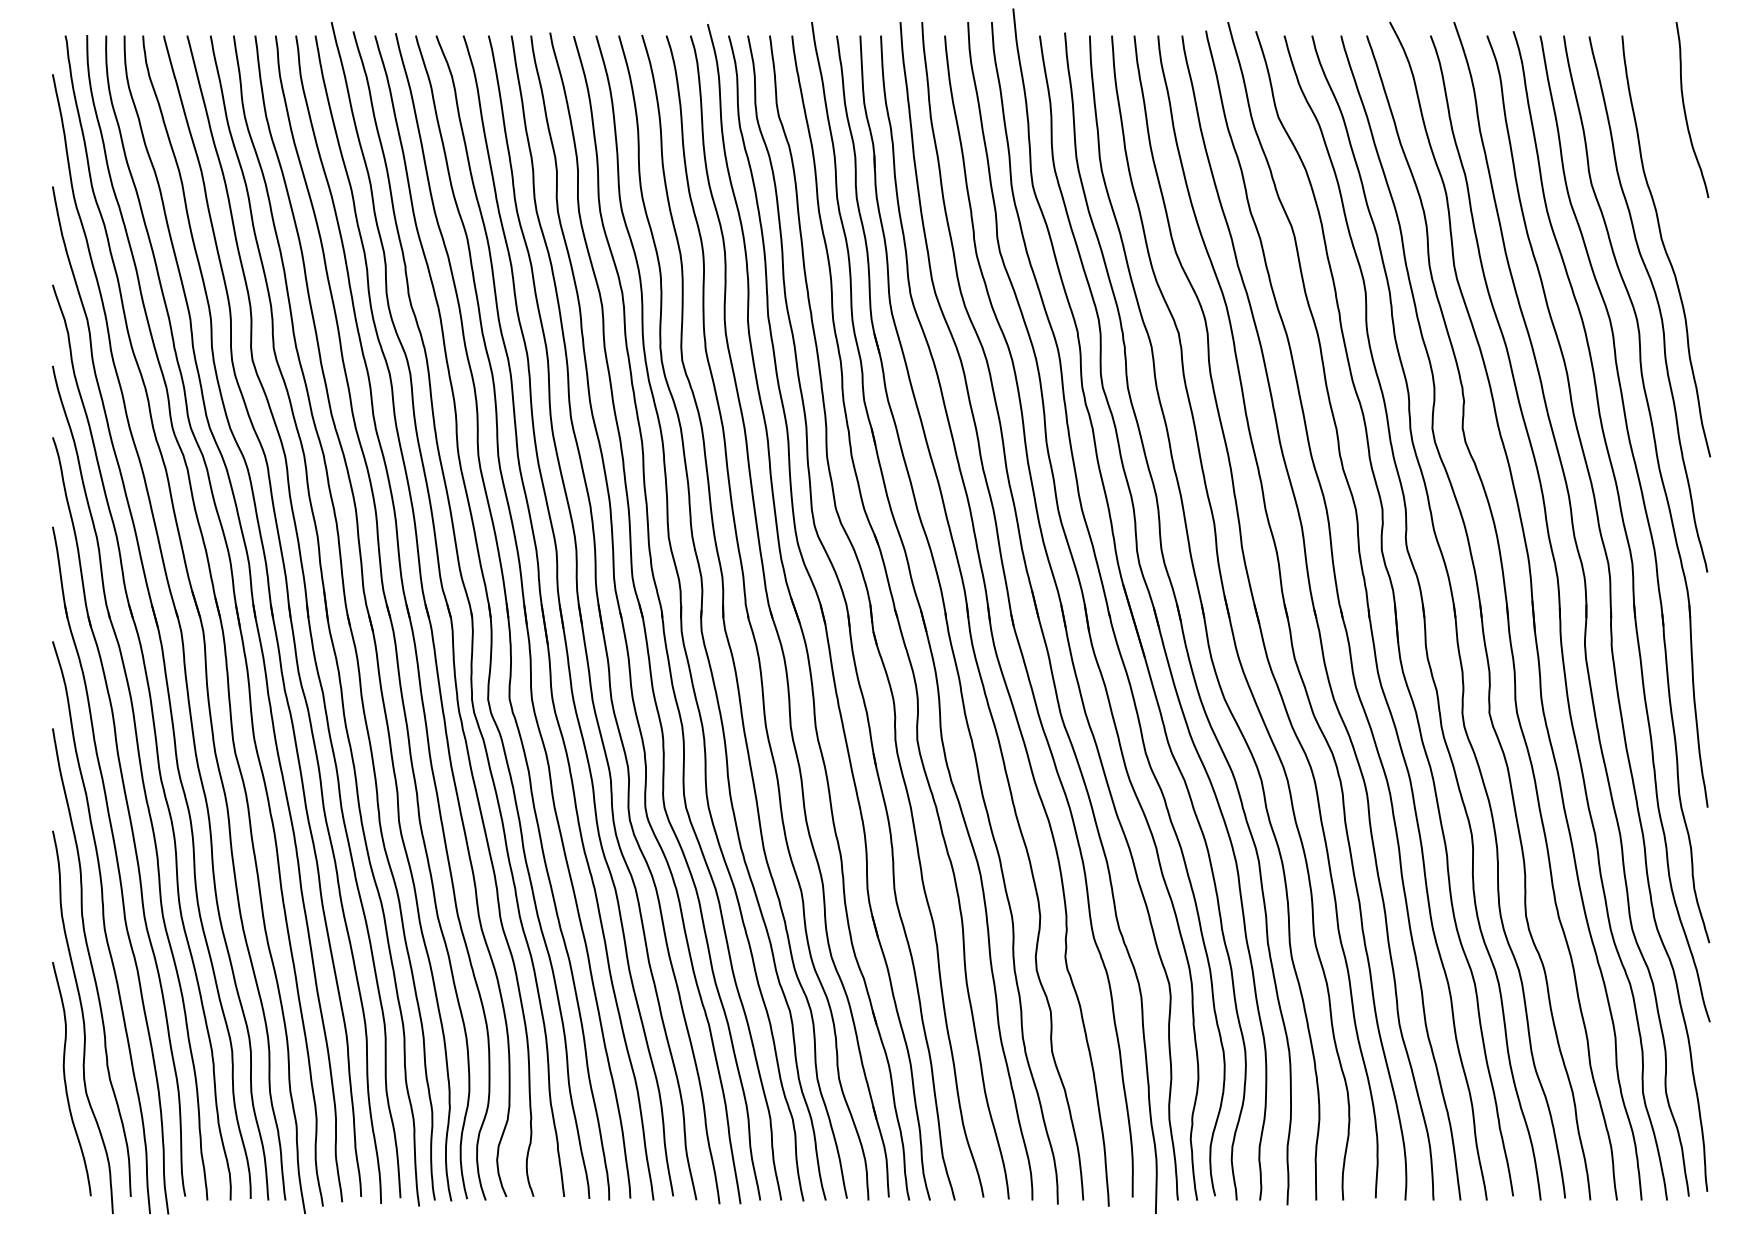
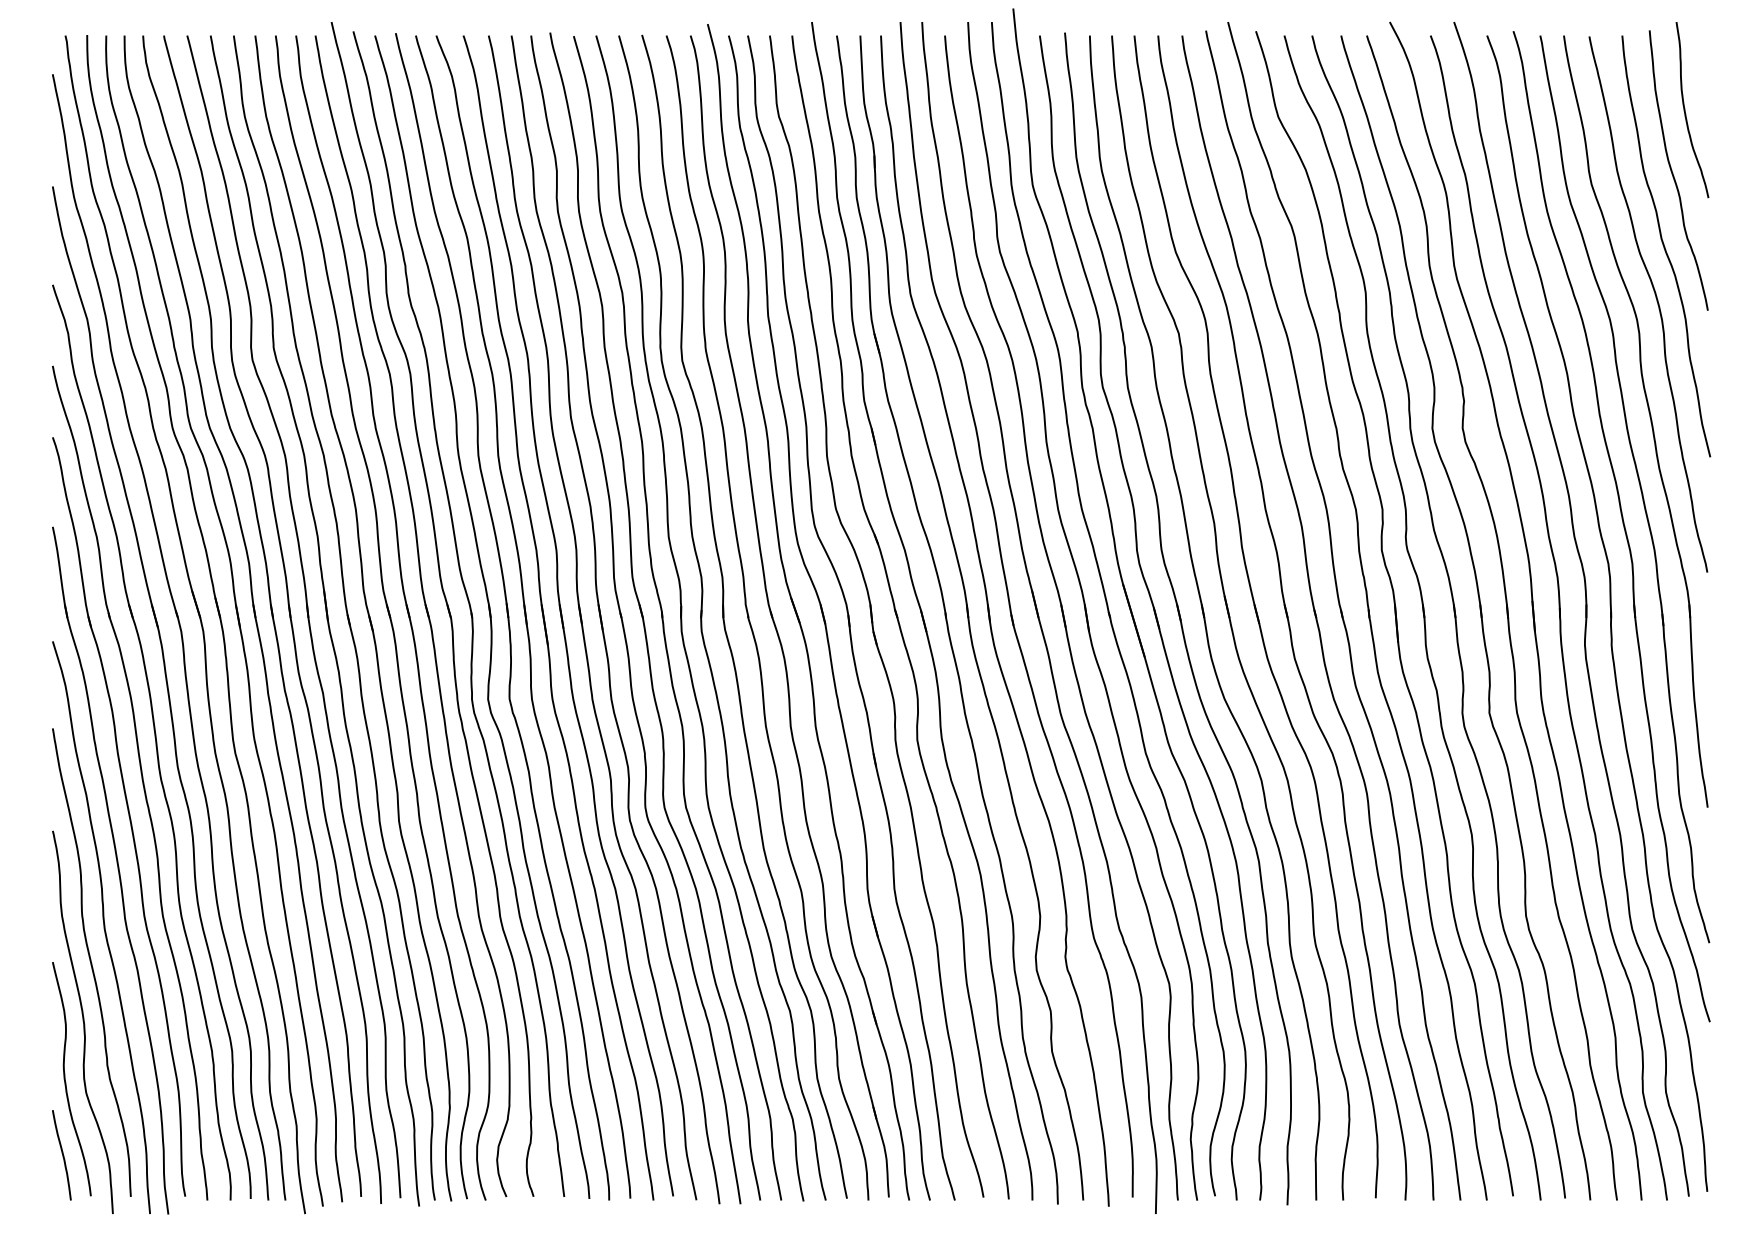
curve at (1673, 173): none -> present
curve at (62, 1155): none -> present
